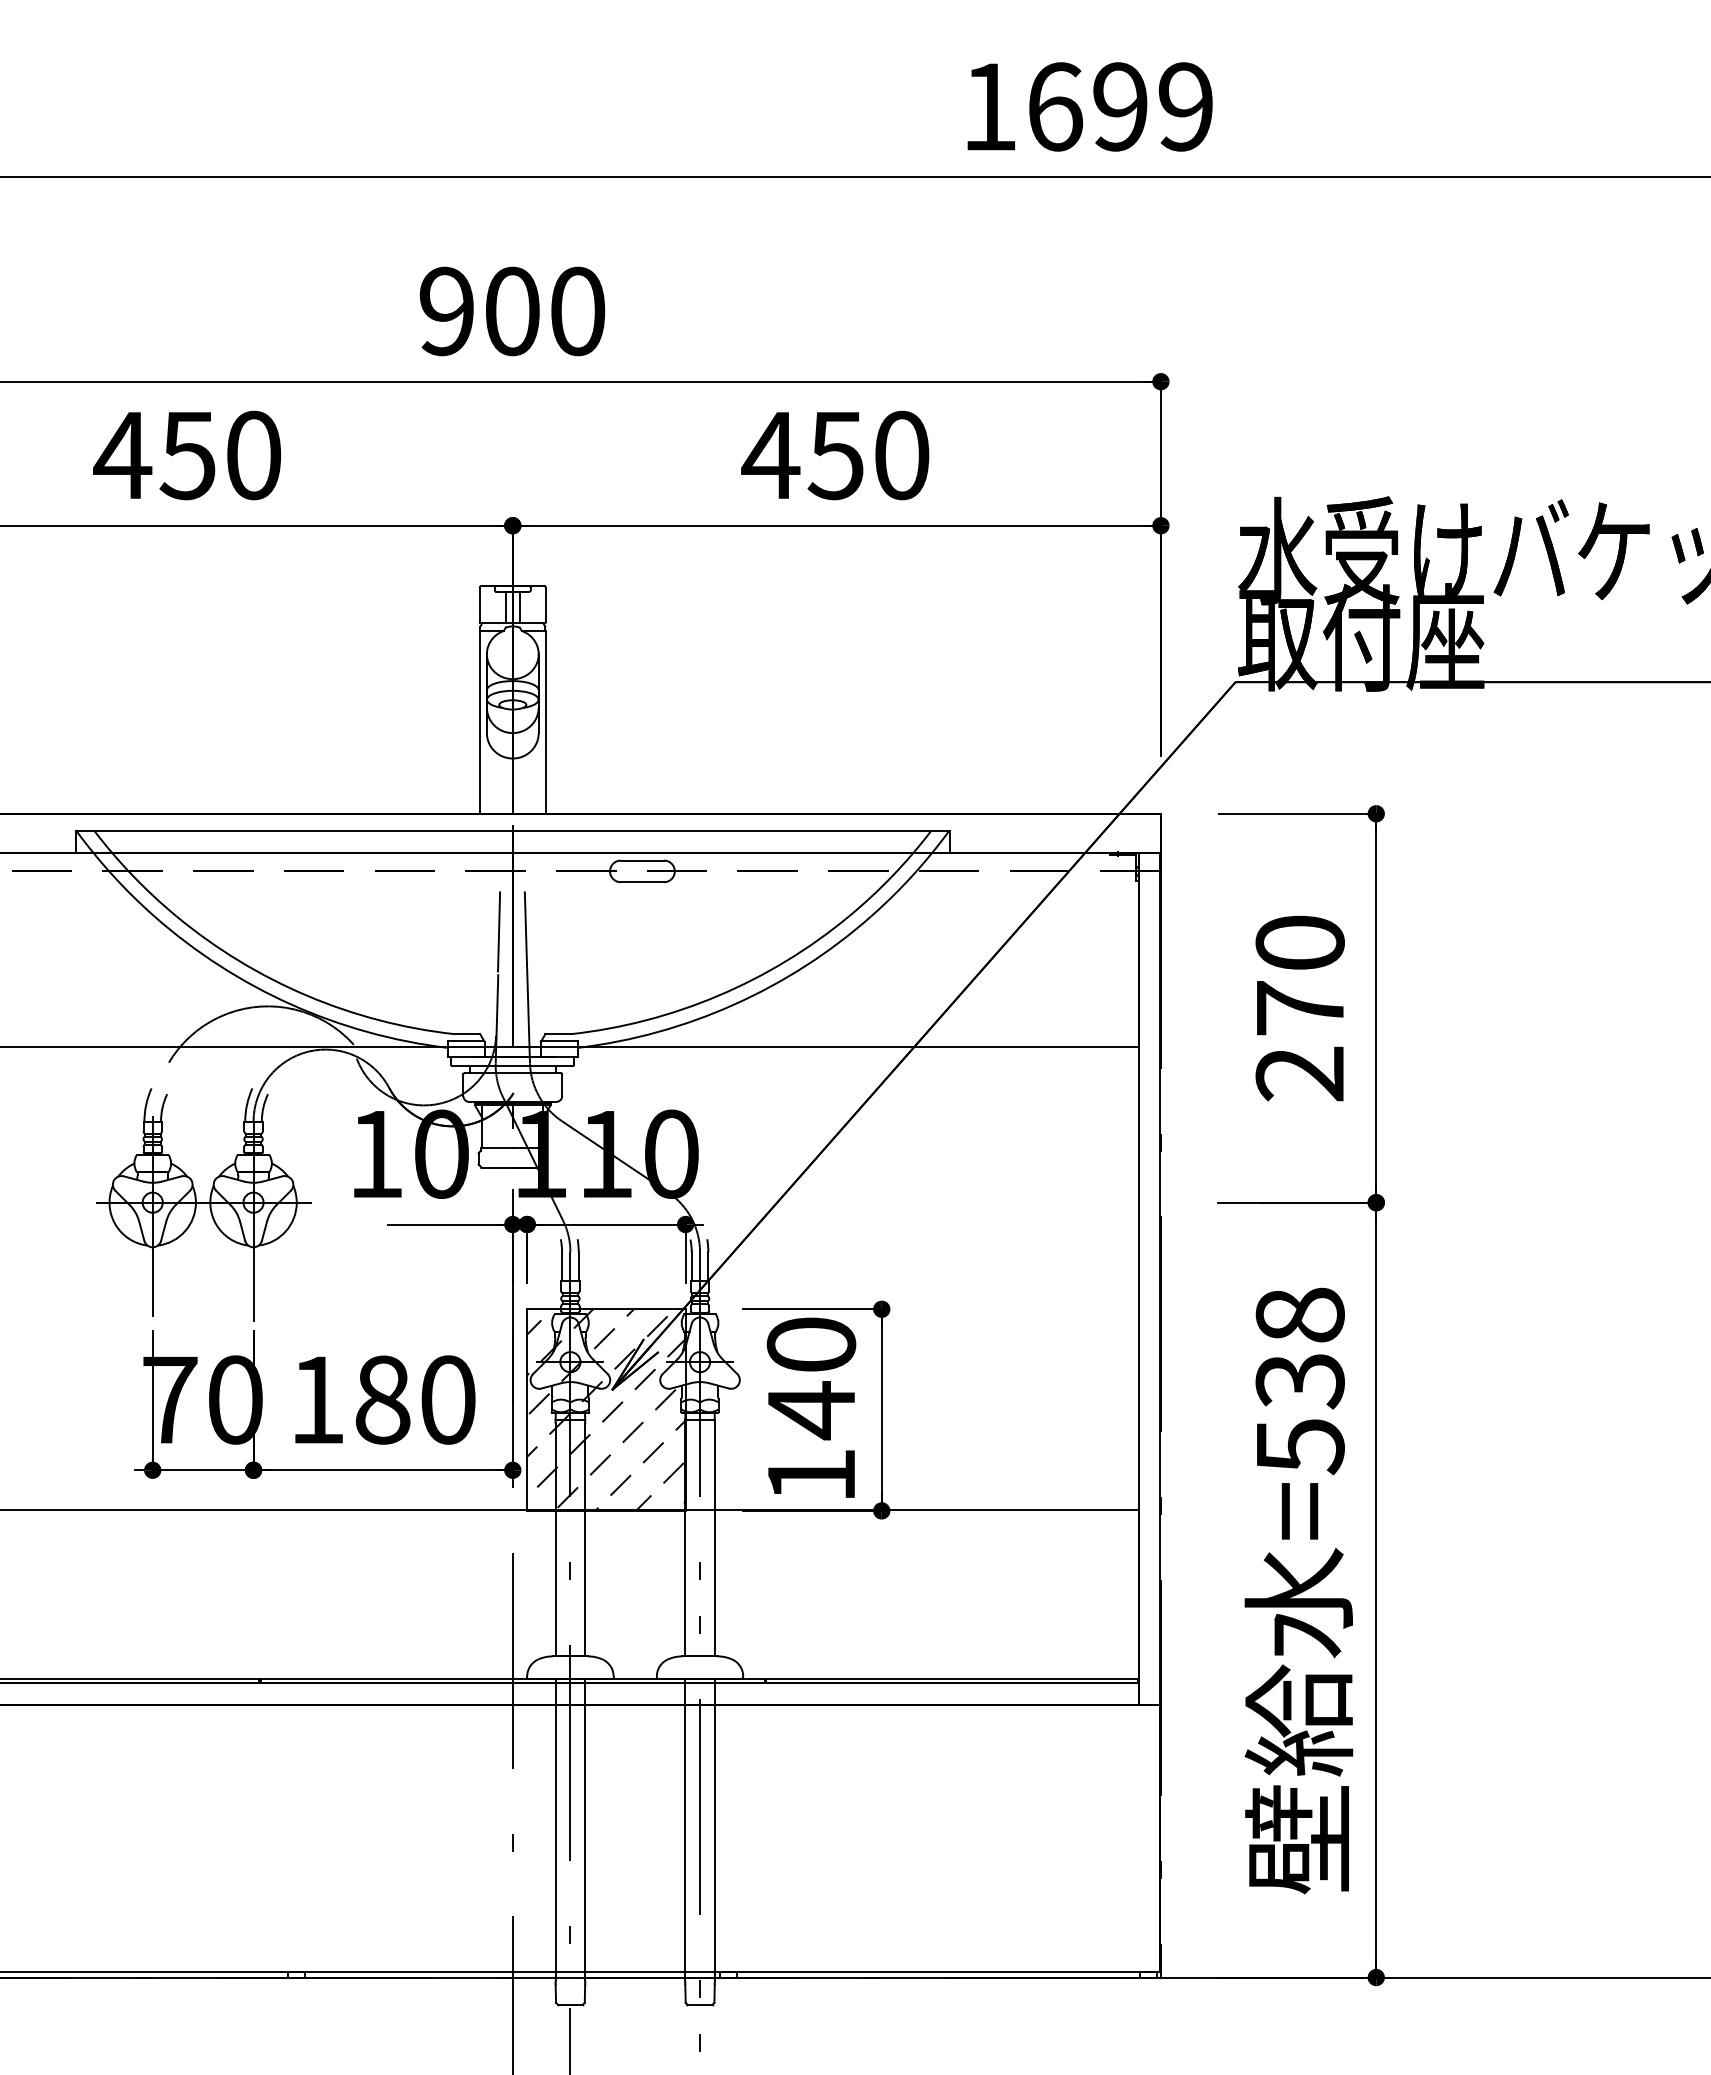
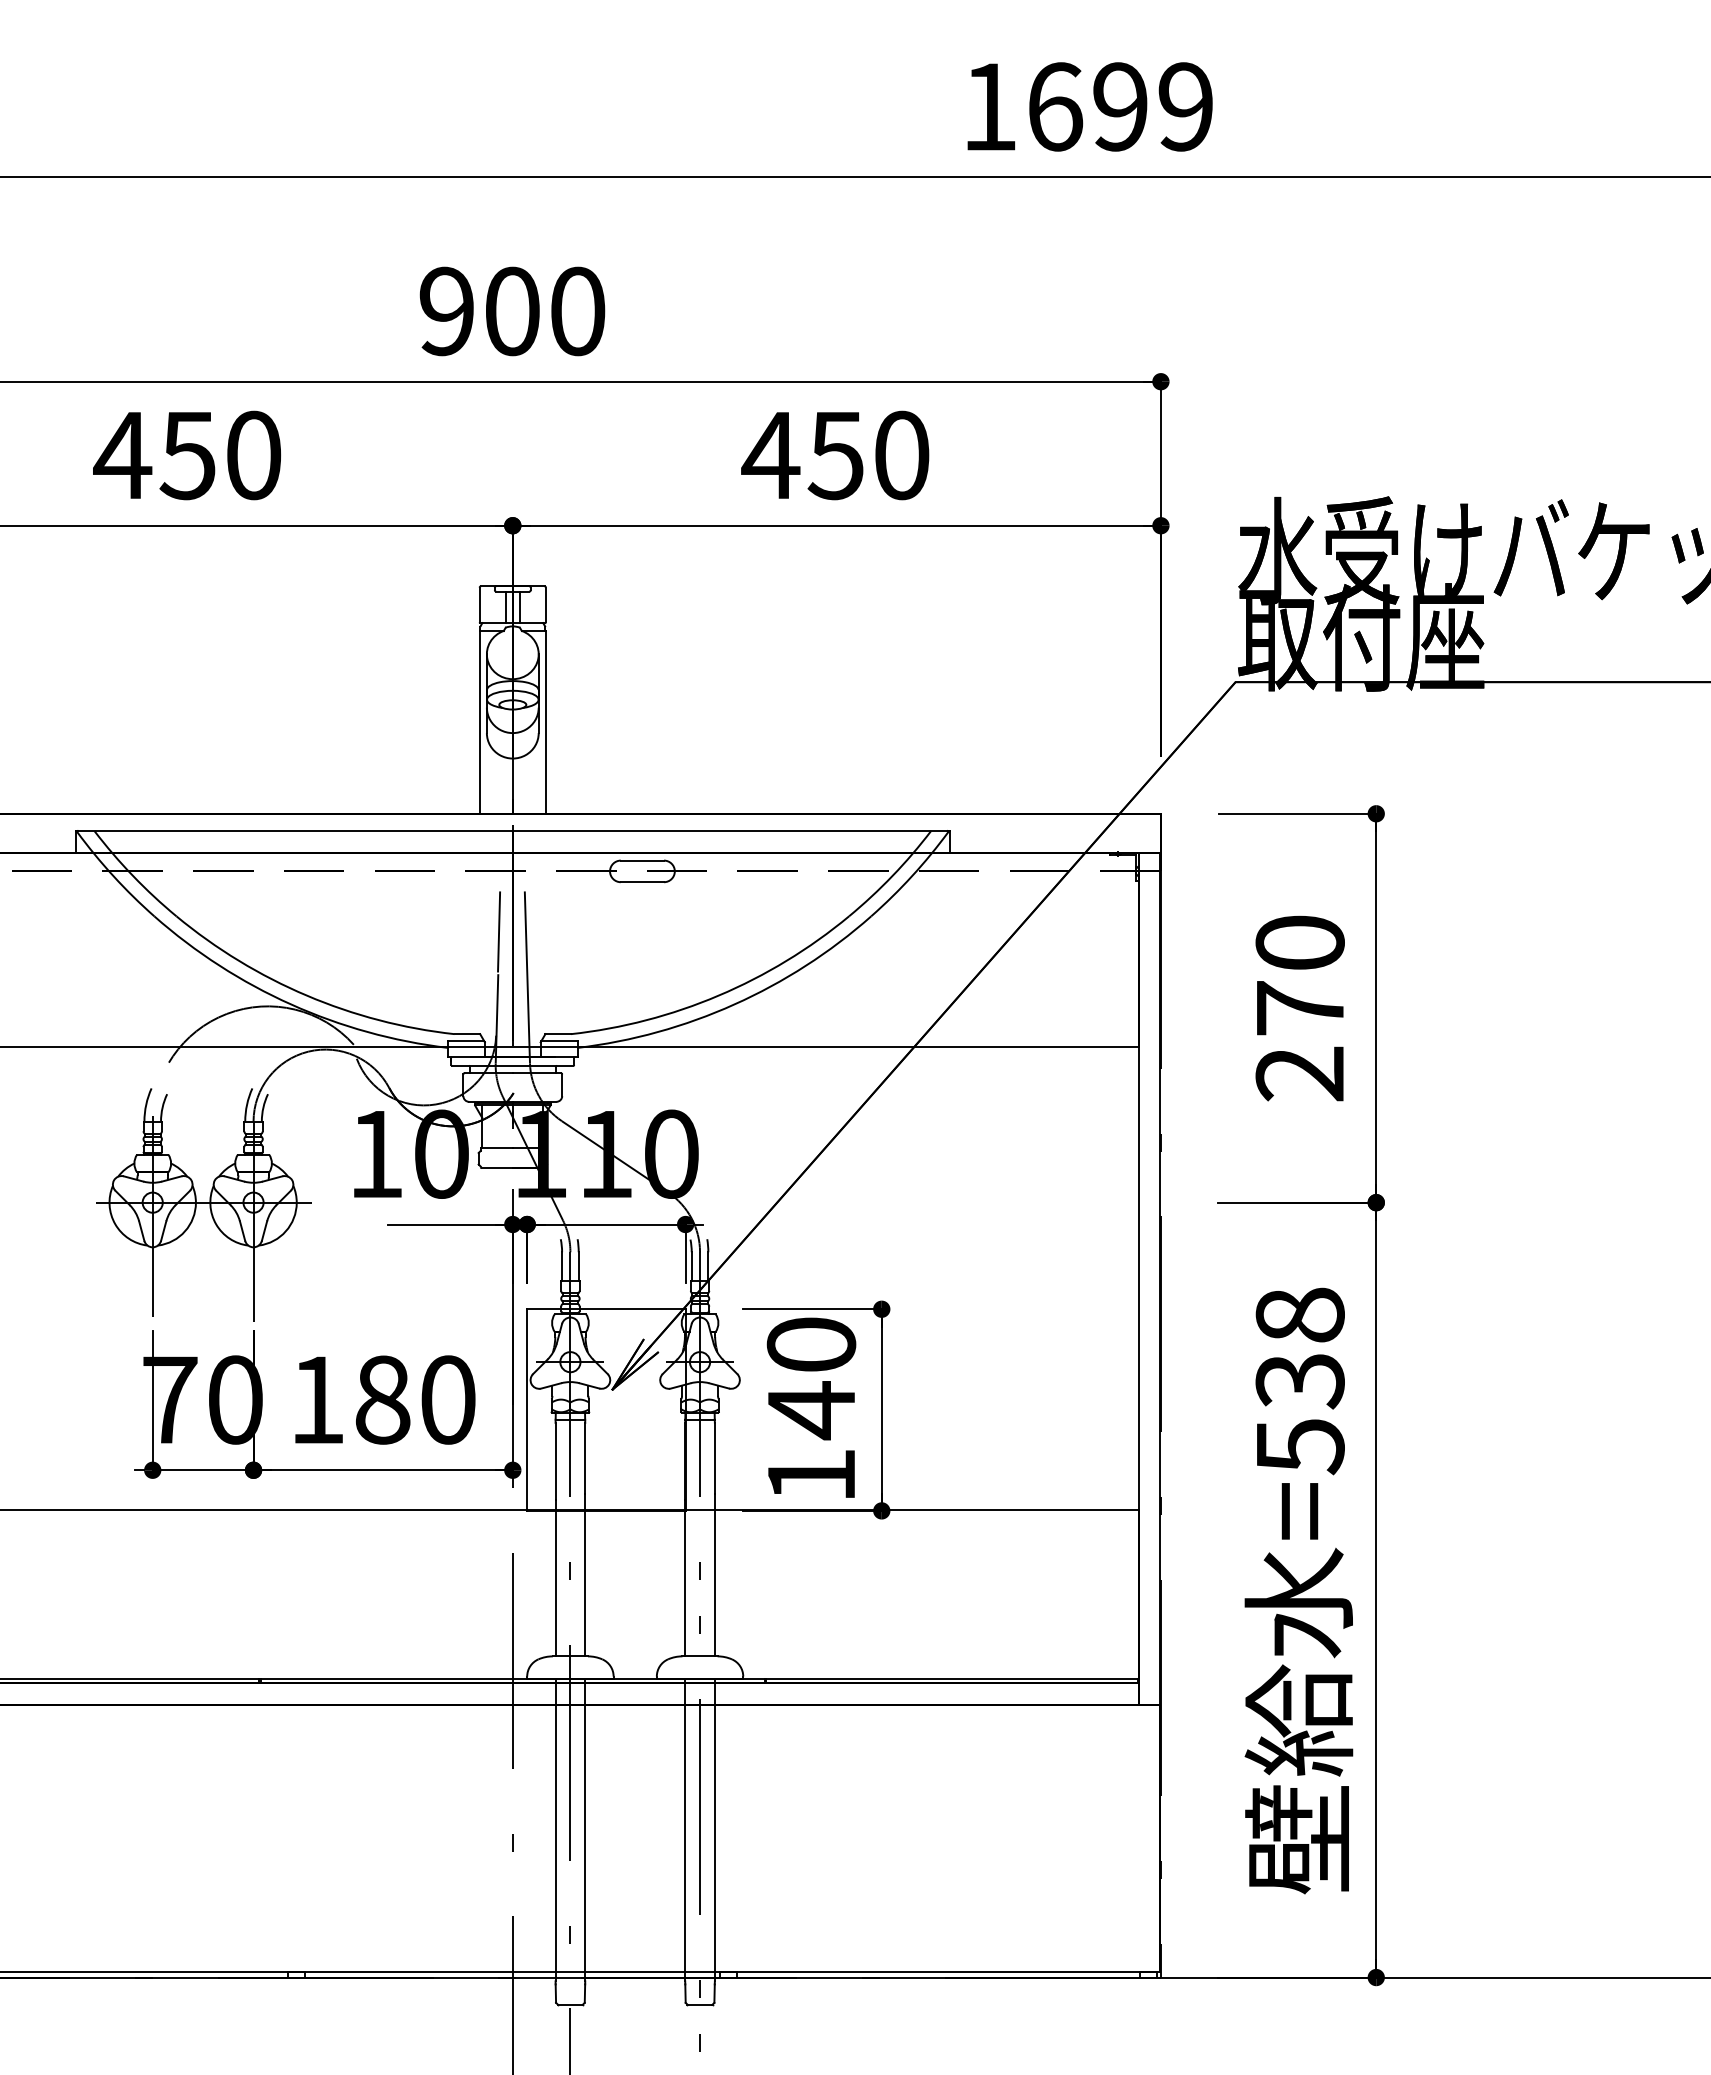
hatch at (606, 1409): present -> none
